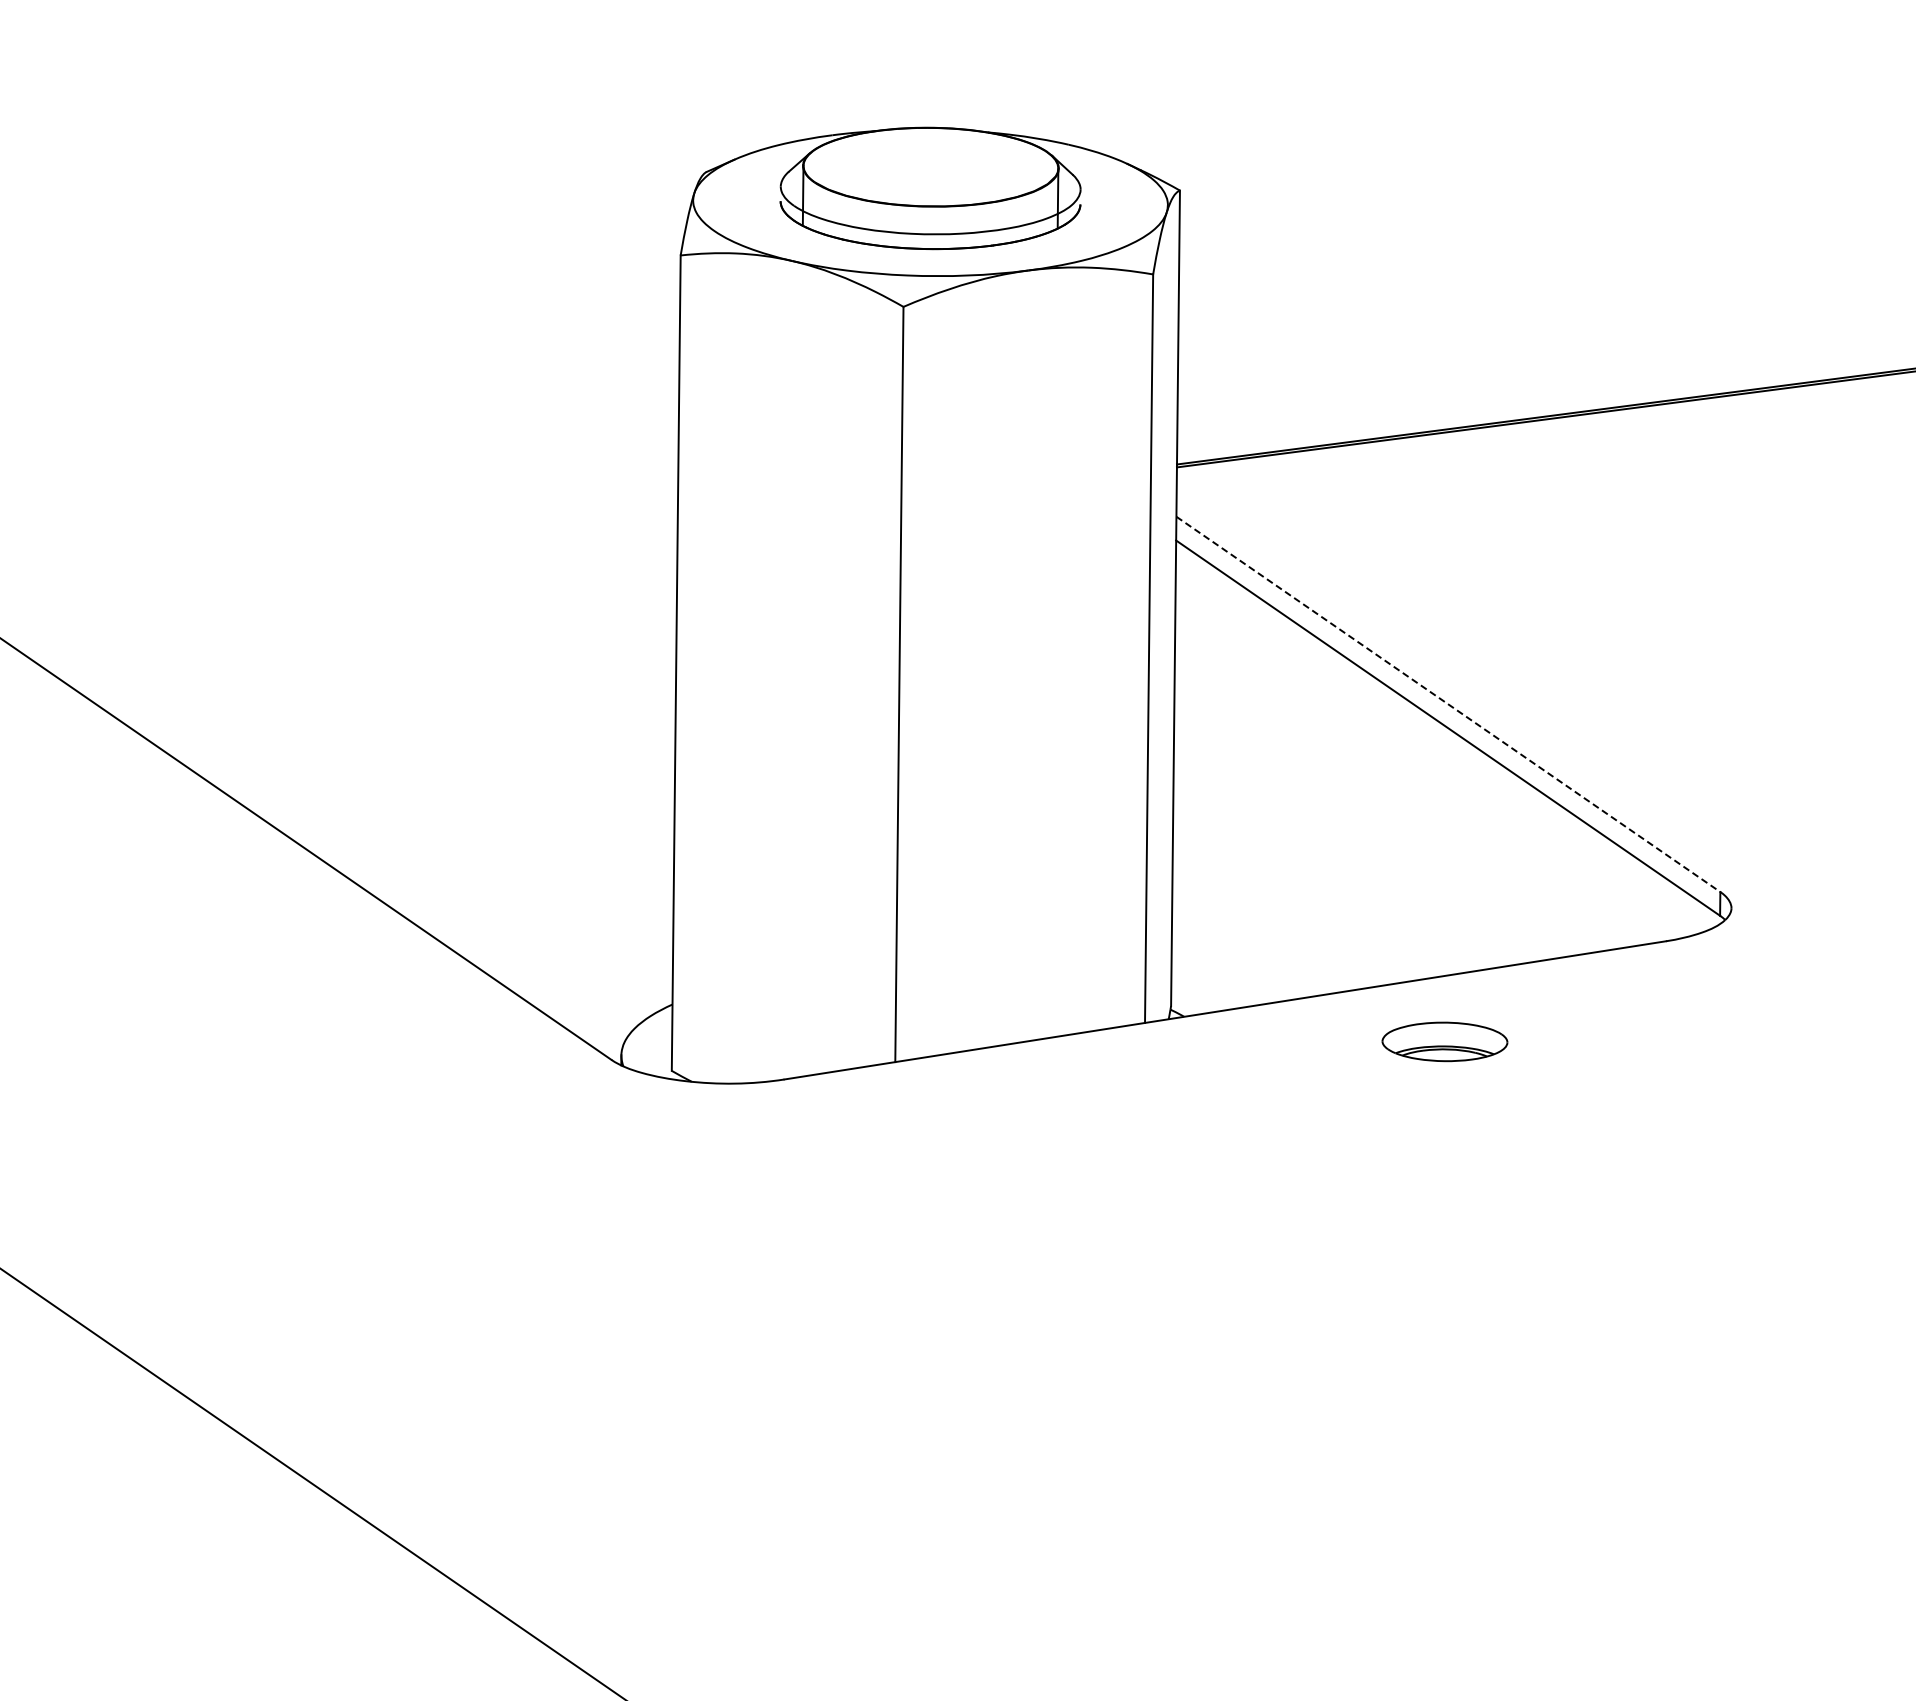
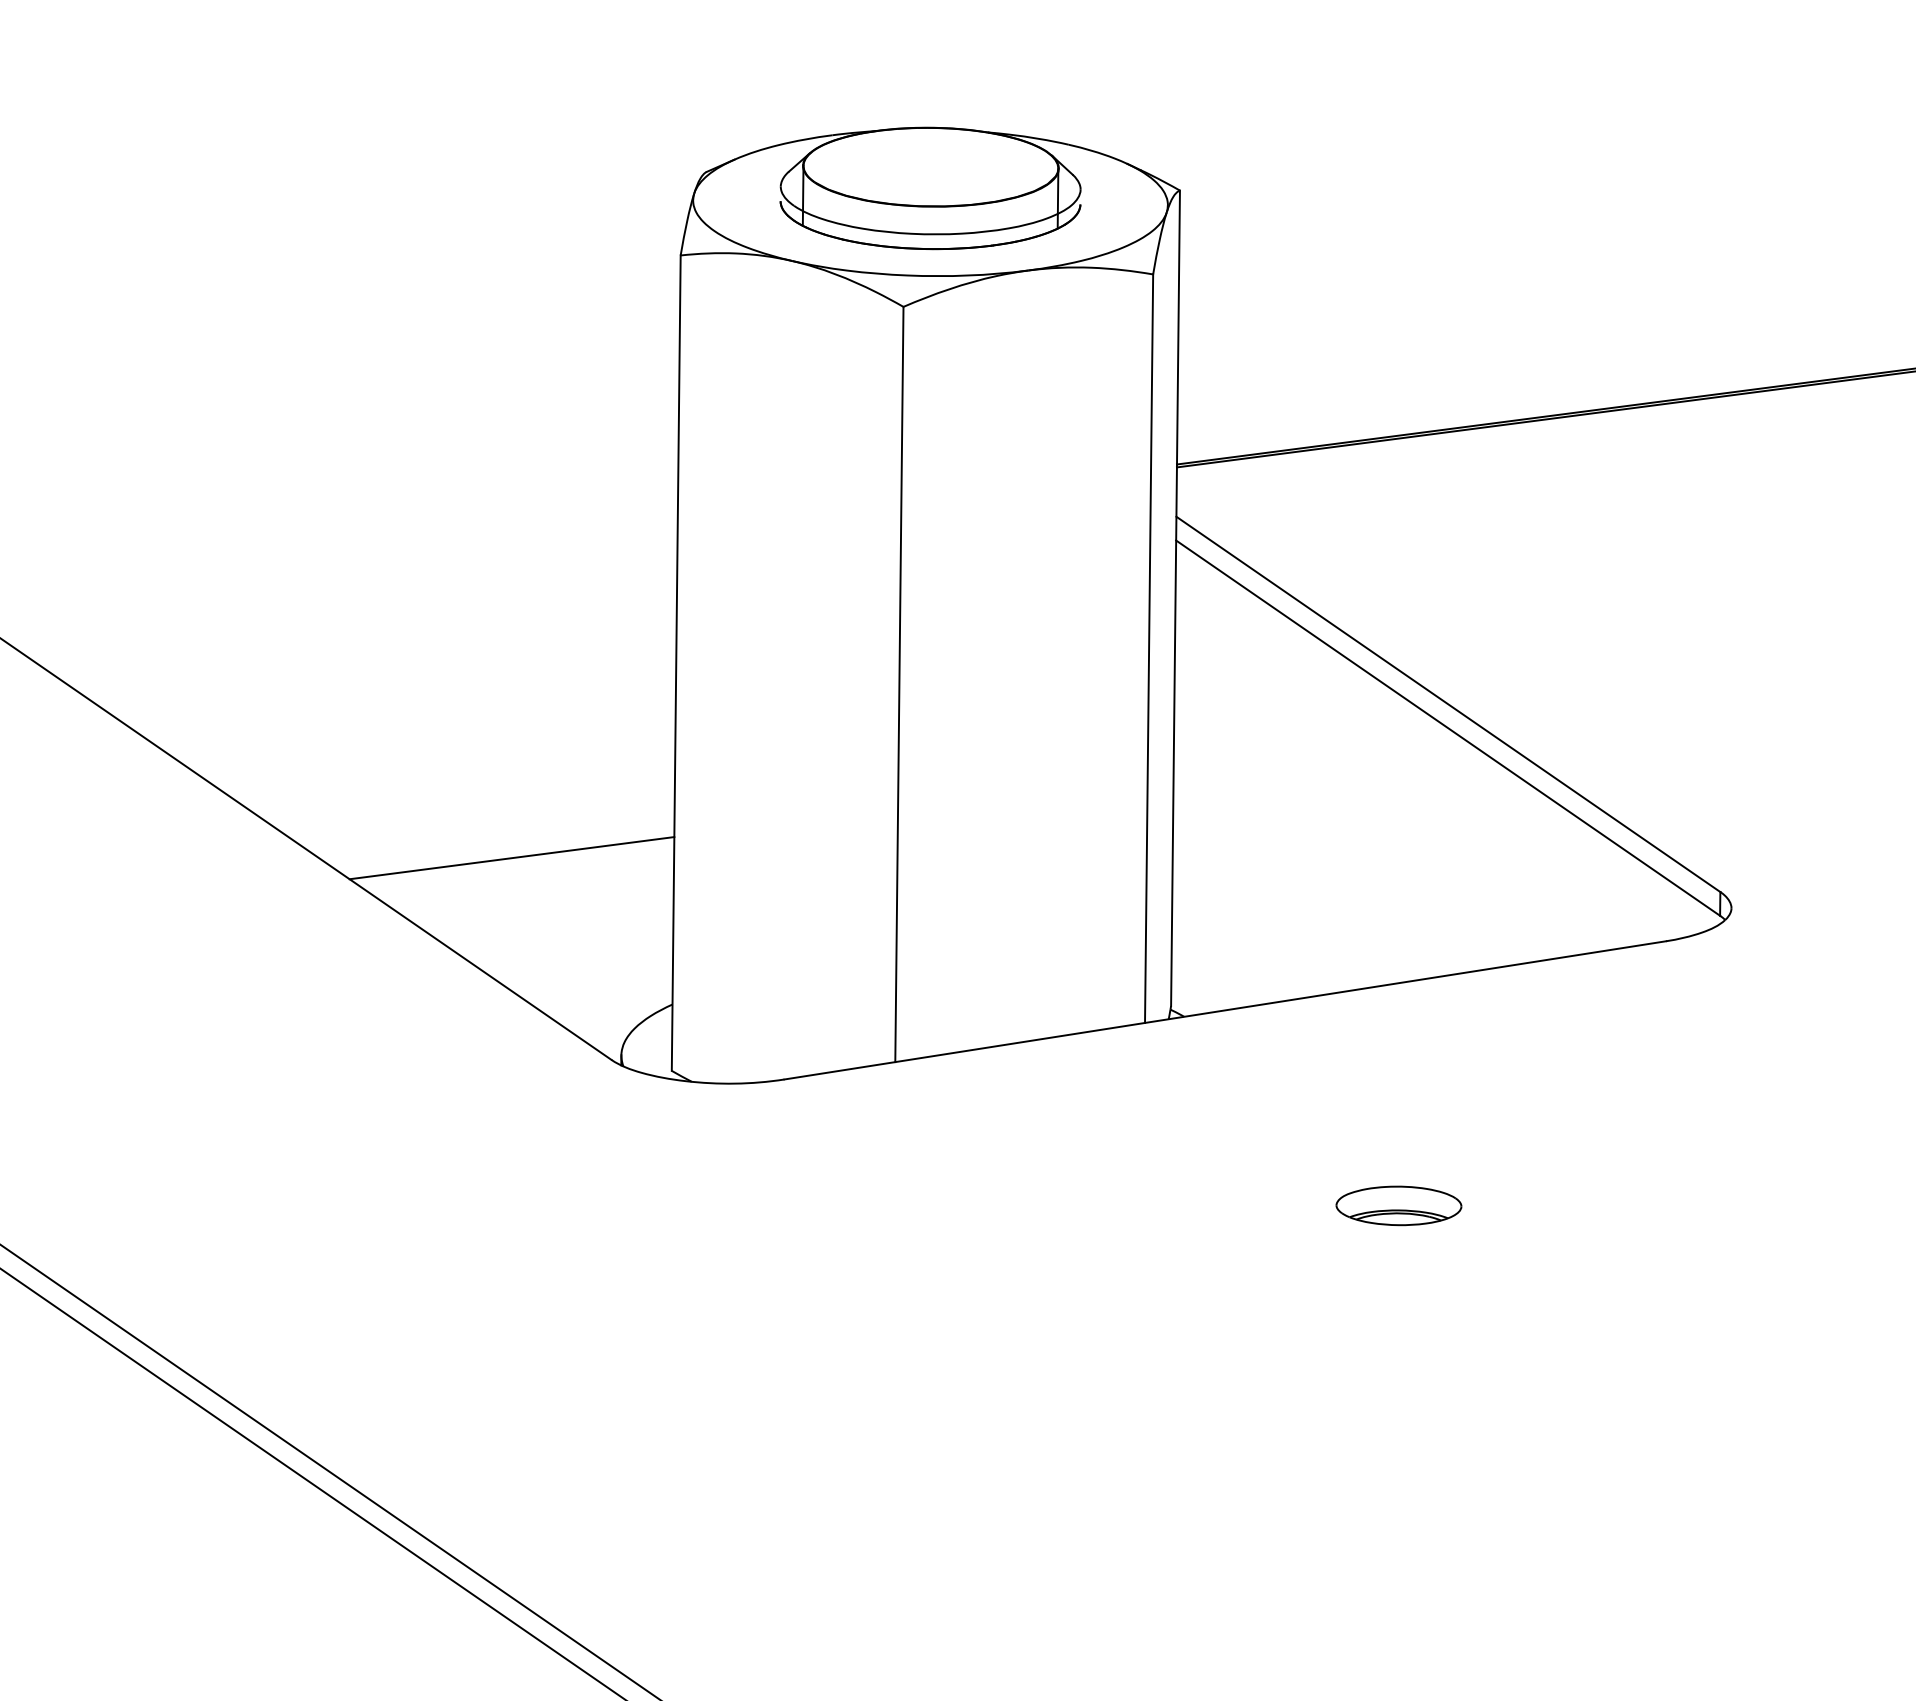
line at (1448, 704): dashed -> solid
line at (511, 858): none -> present
part at (1444, 1041) position: (1444, 1041) -> (1398, 1205)
line at (329, 1471): none -> present
